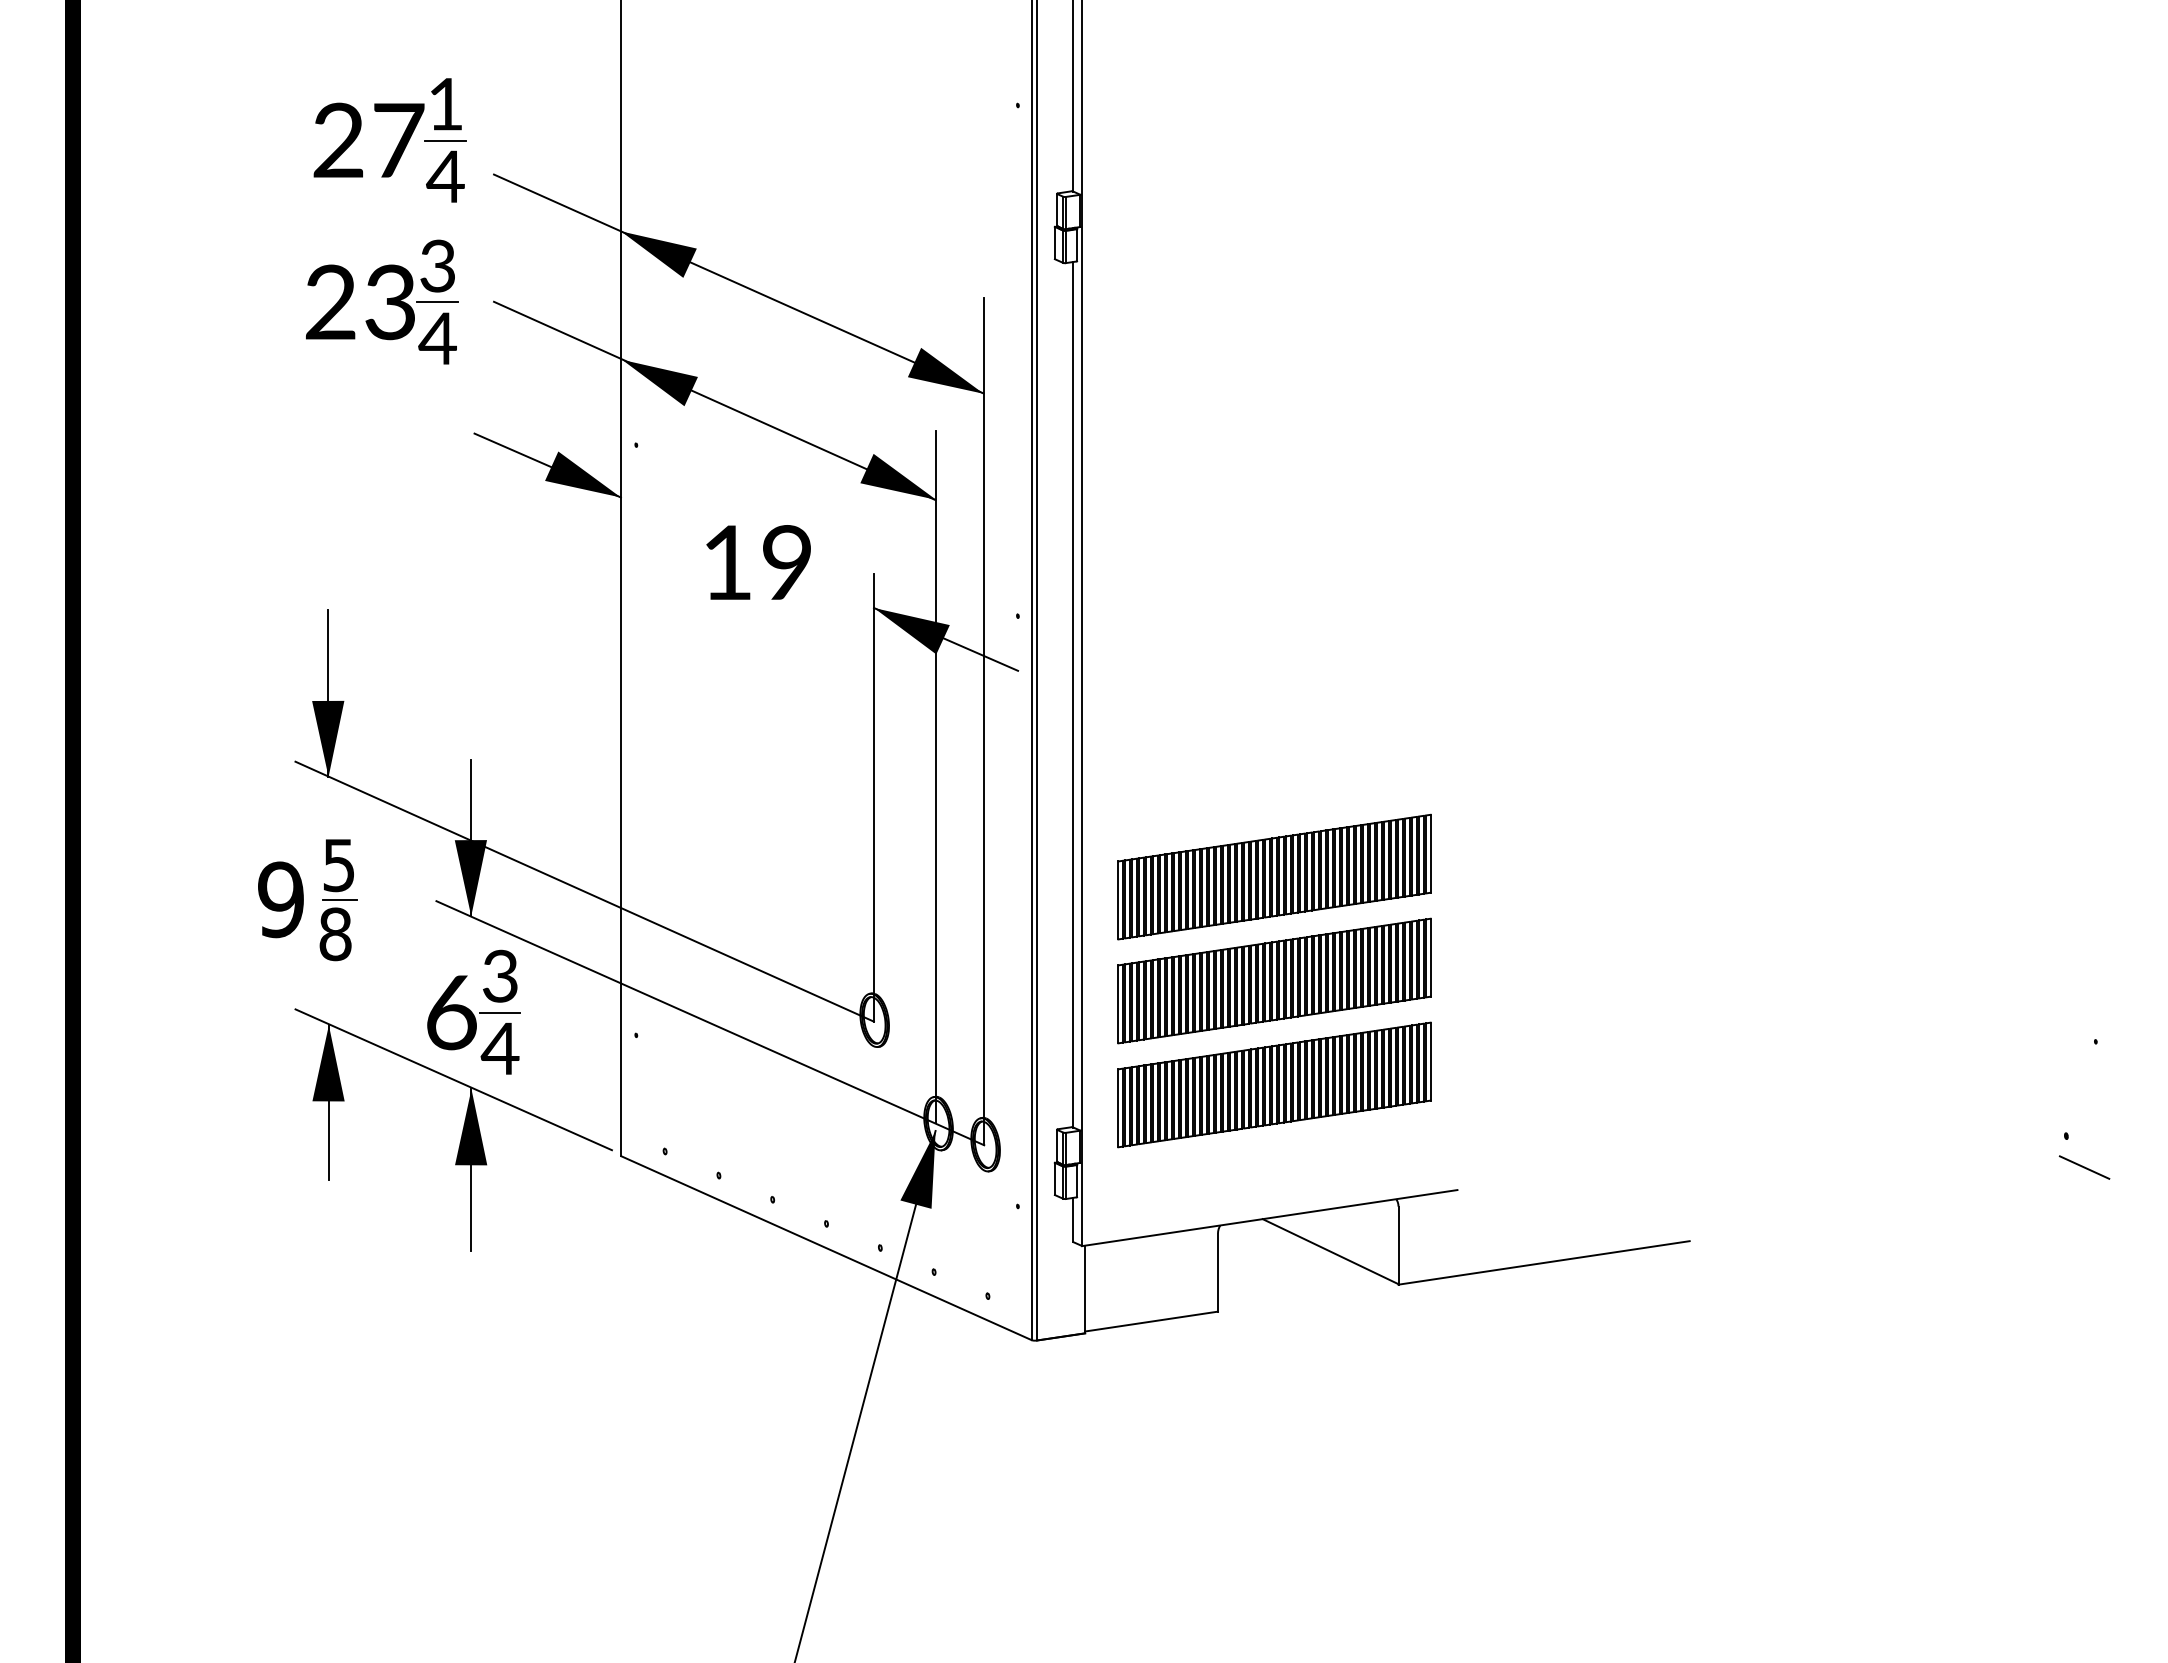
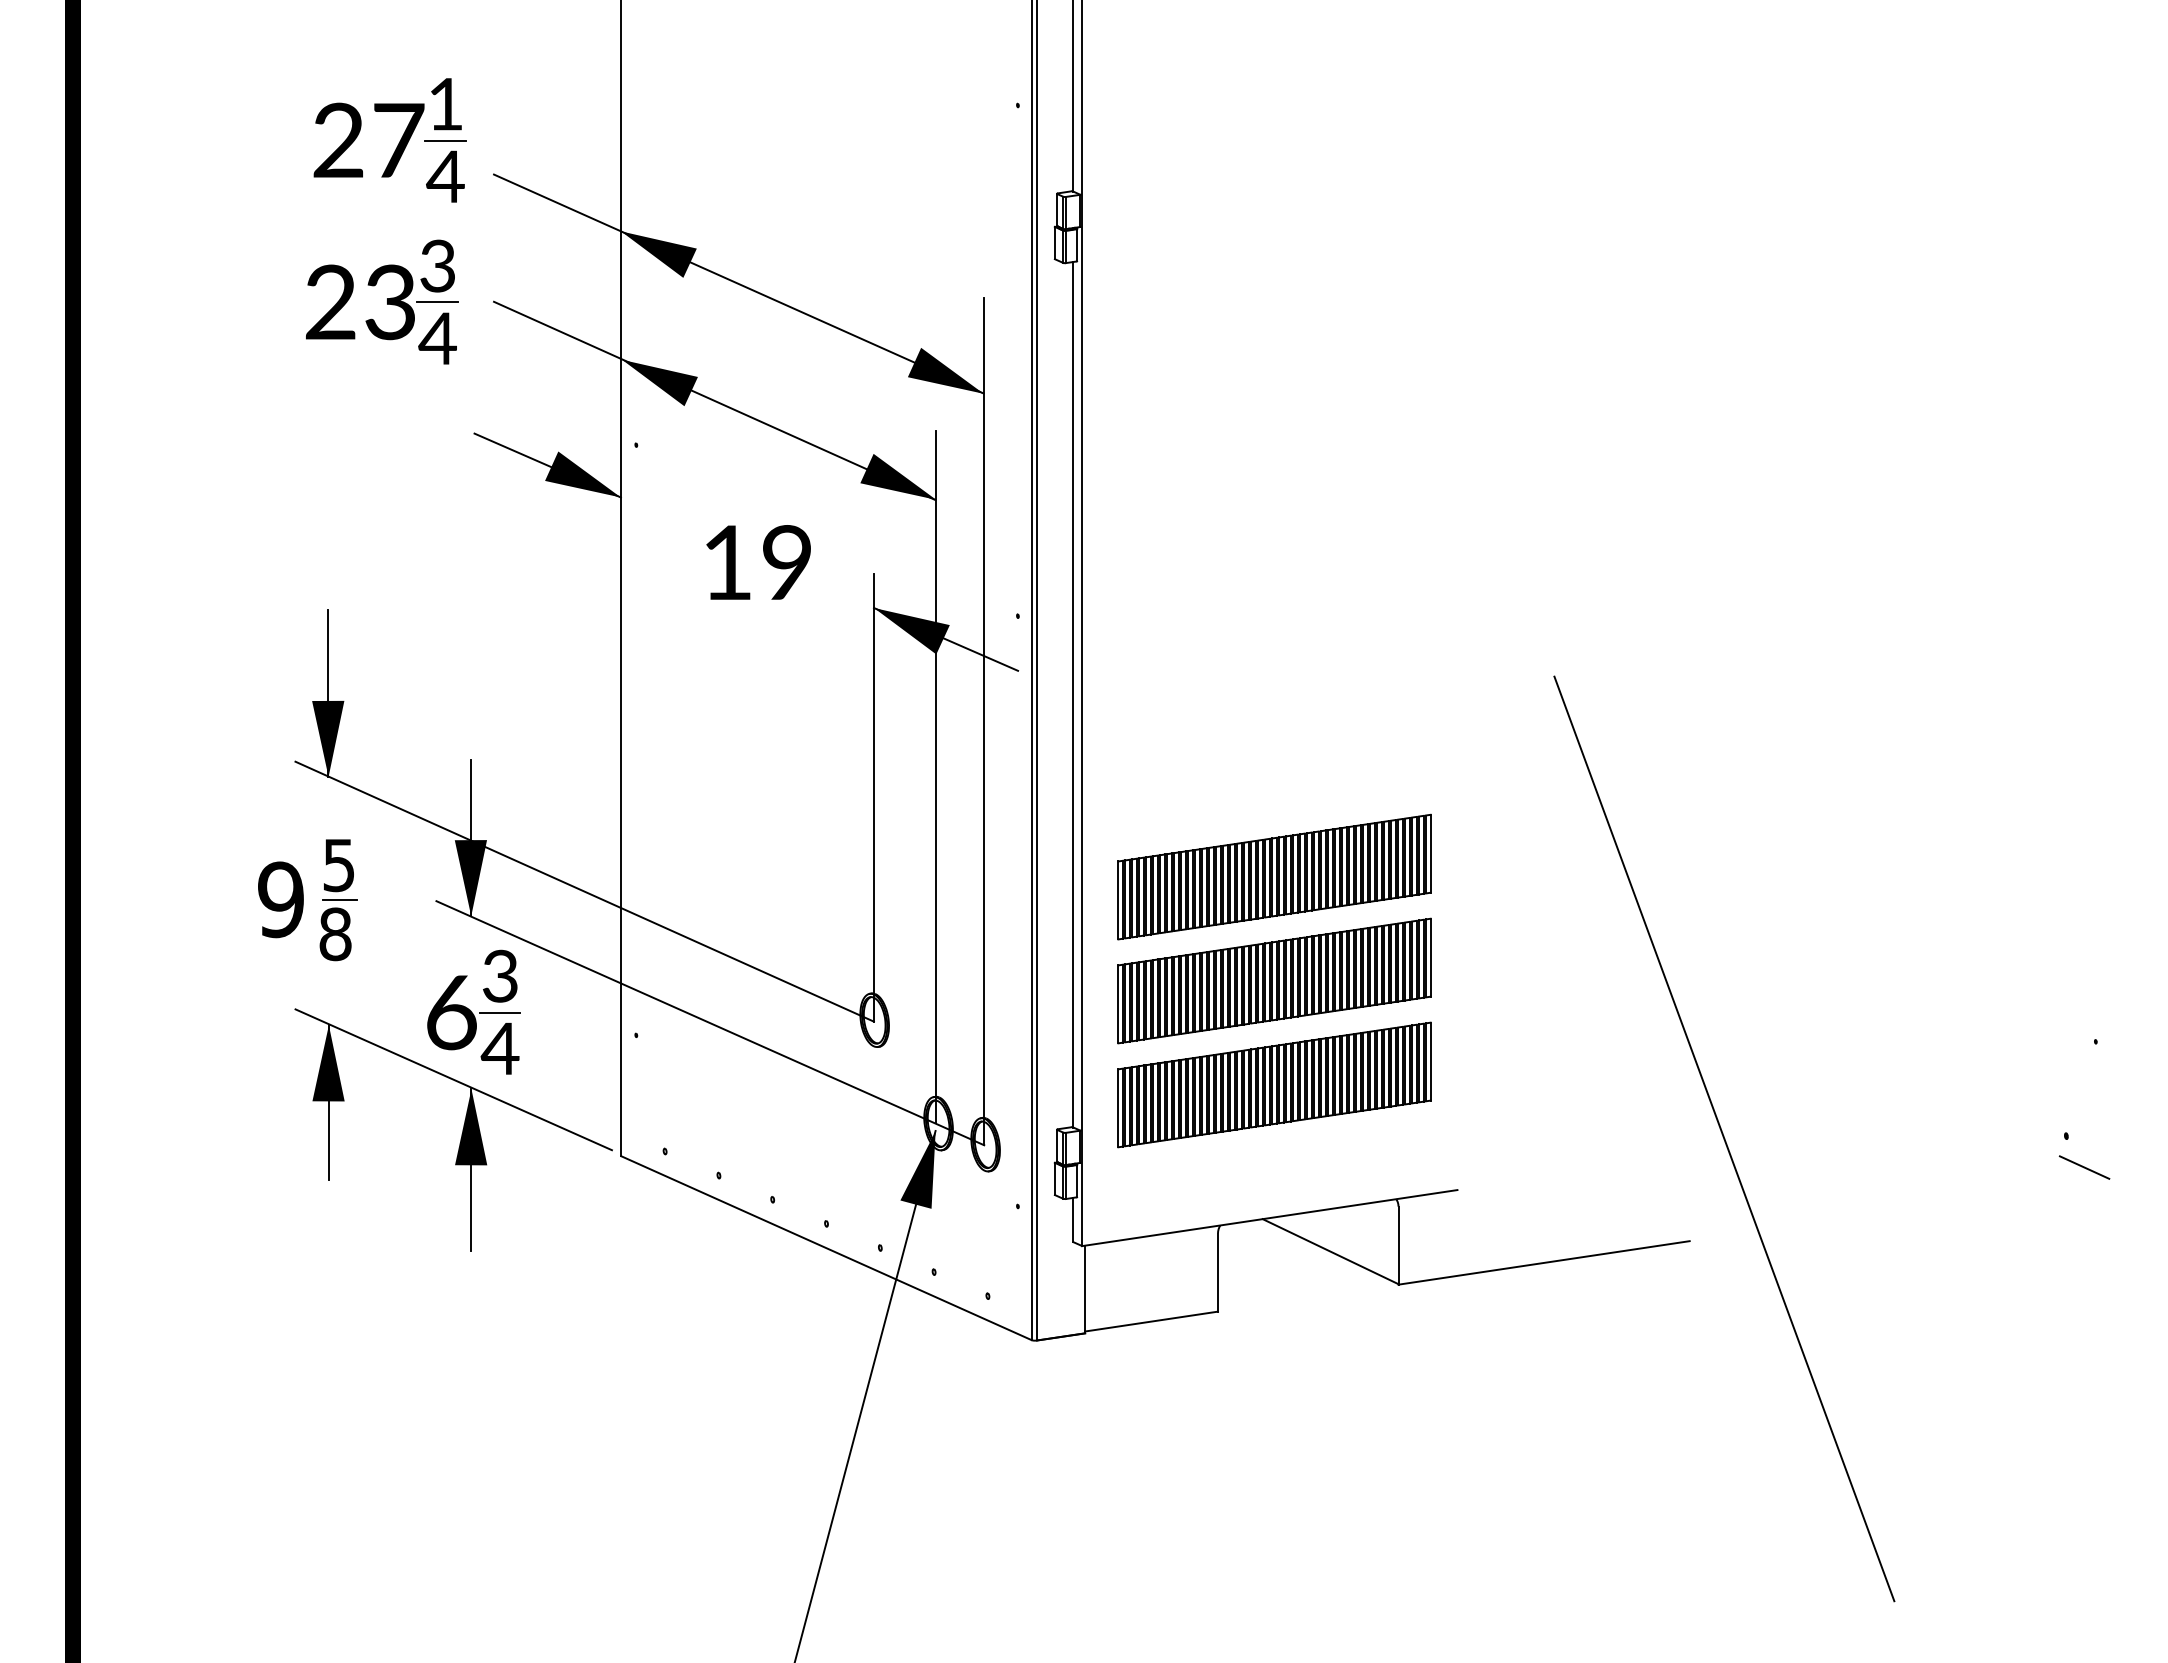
line at (1724, 1138): none -> present
